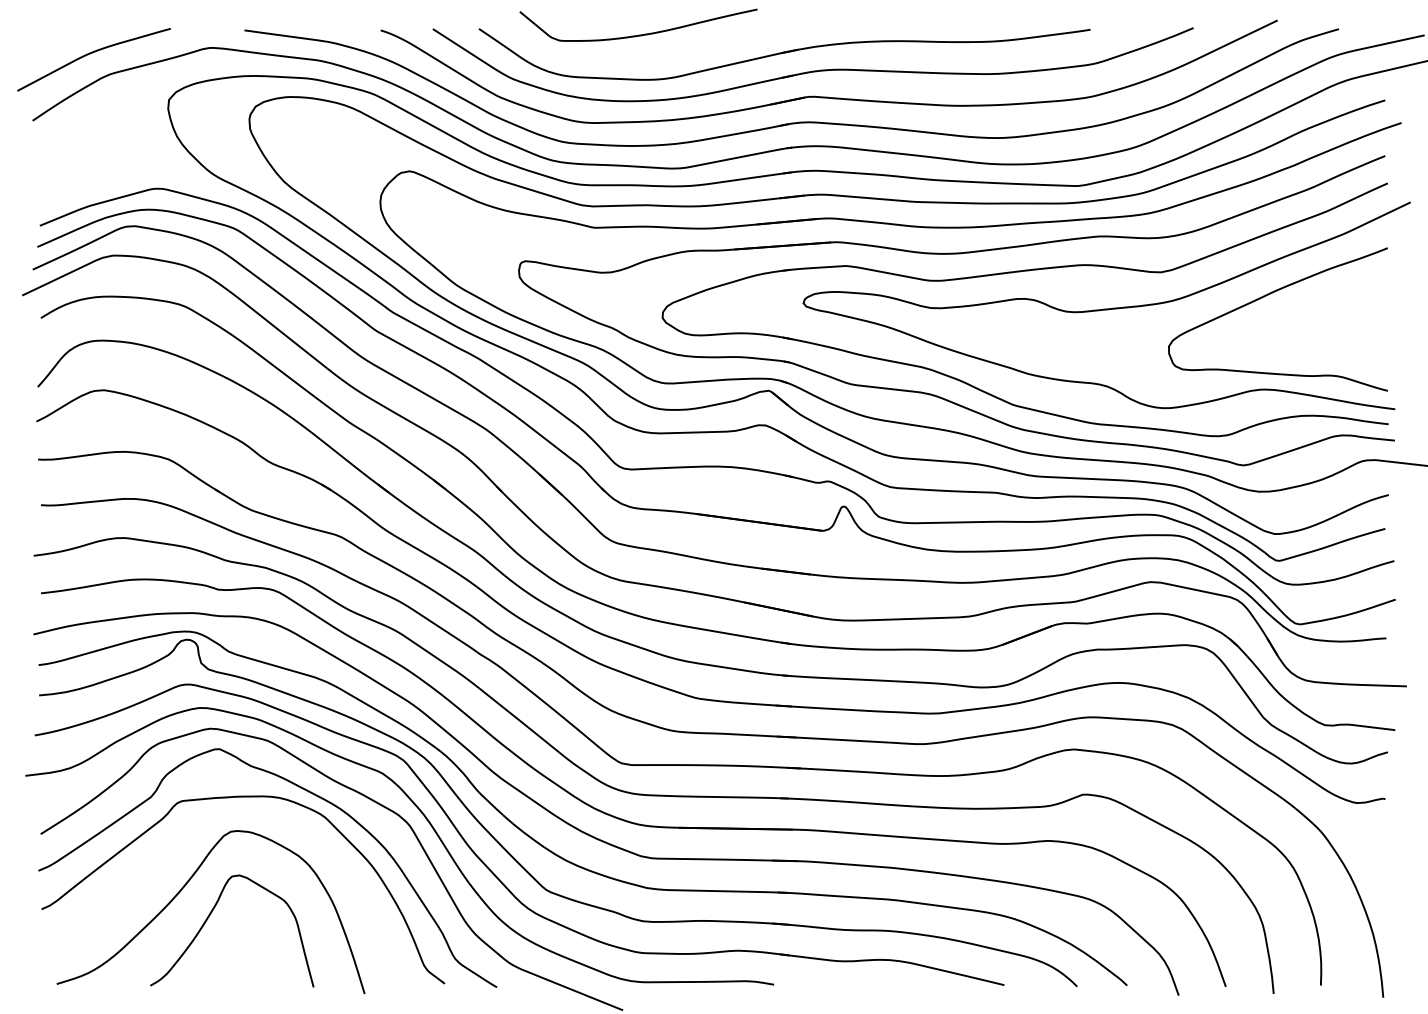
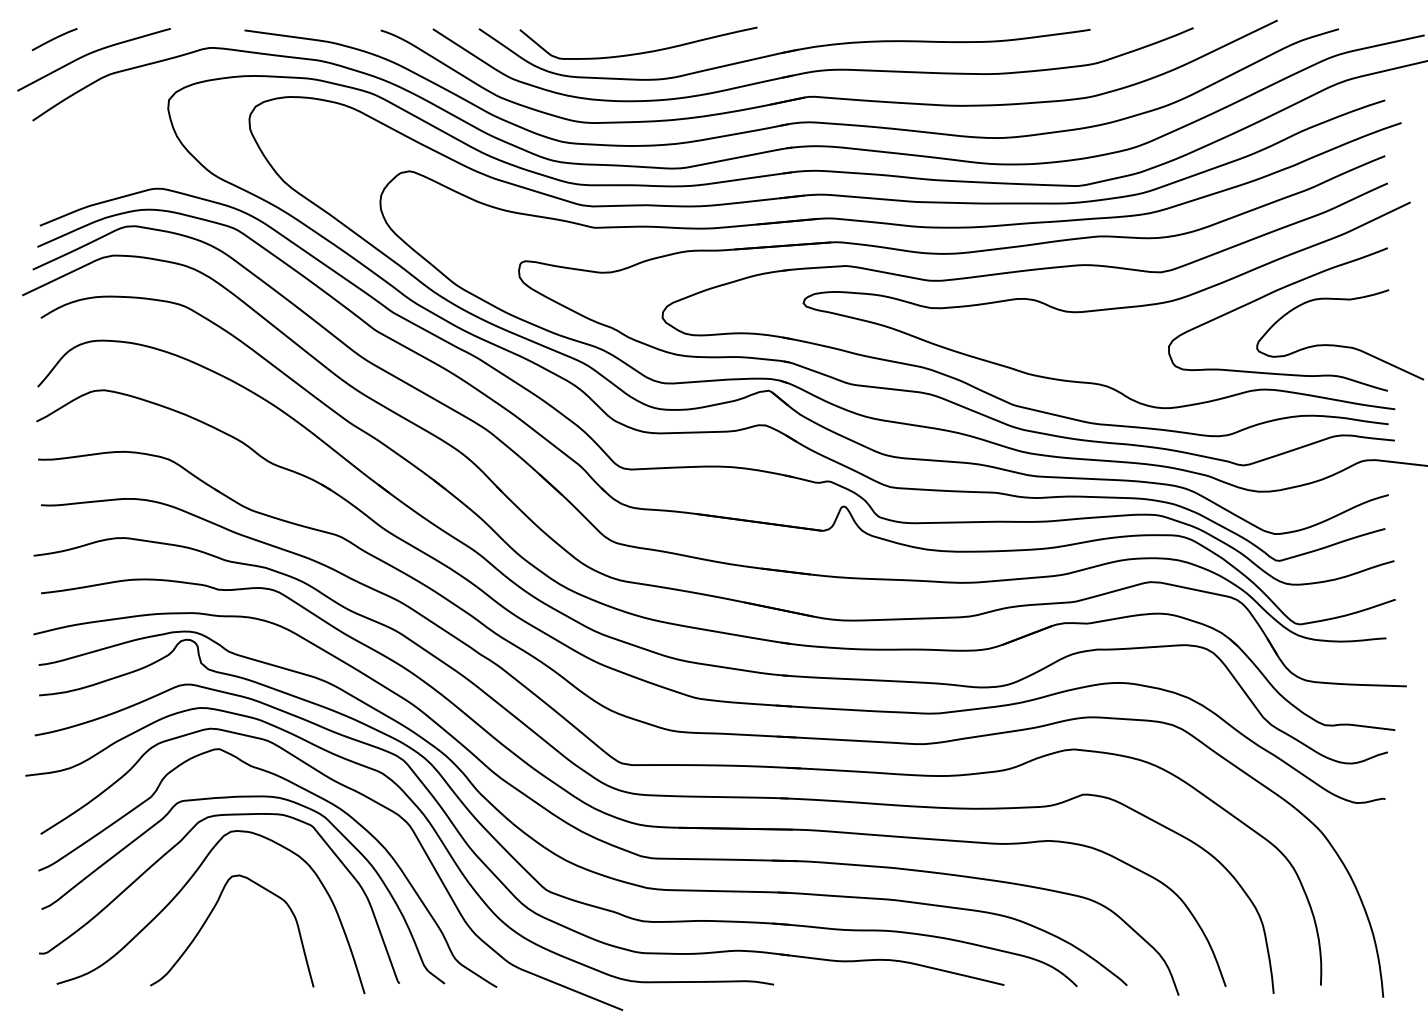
curve at (638, 34) position: (638, 34) -> (638, 52)
line at (54, 39): none -> present
curve at (1336, 344): none -> present
curve at (177, 845): none -> present
